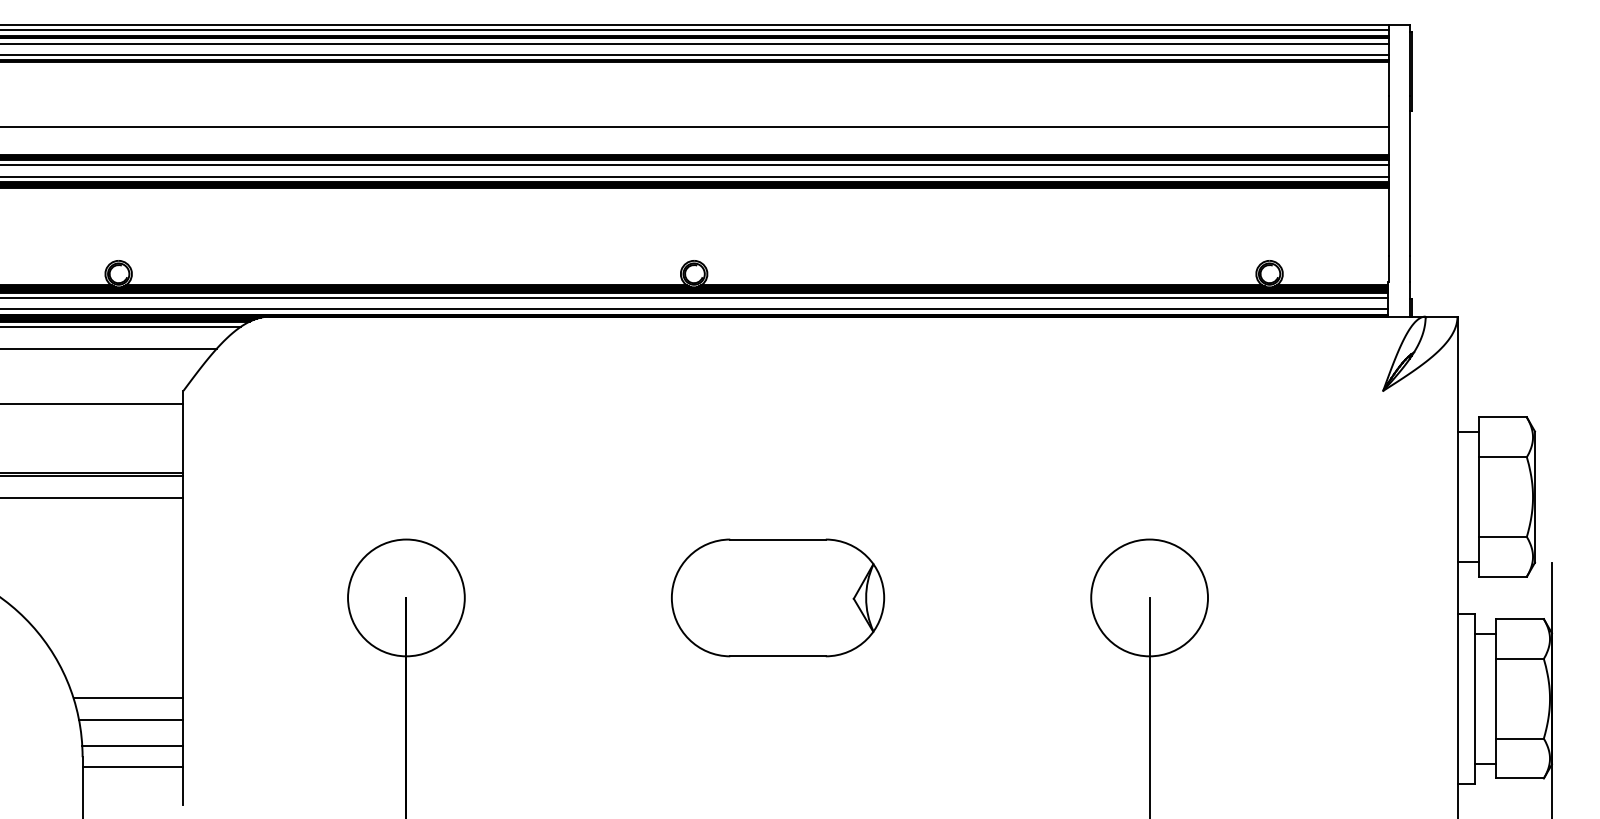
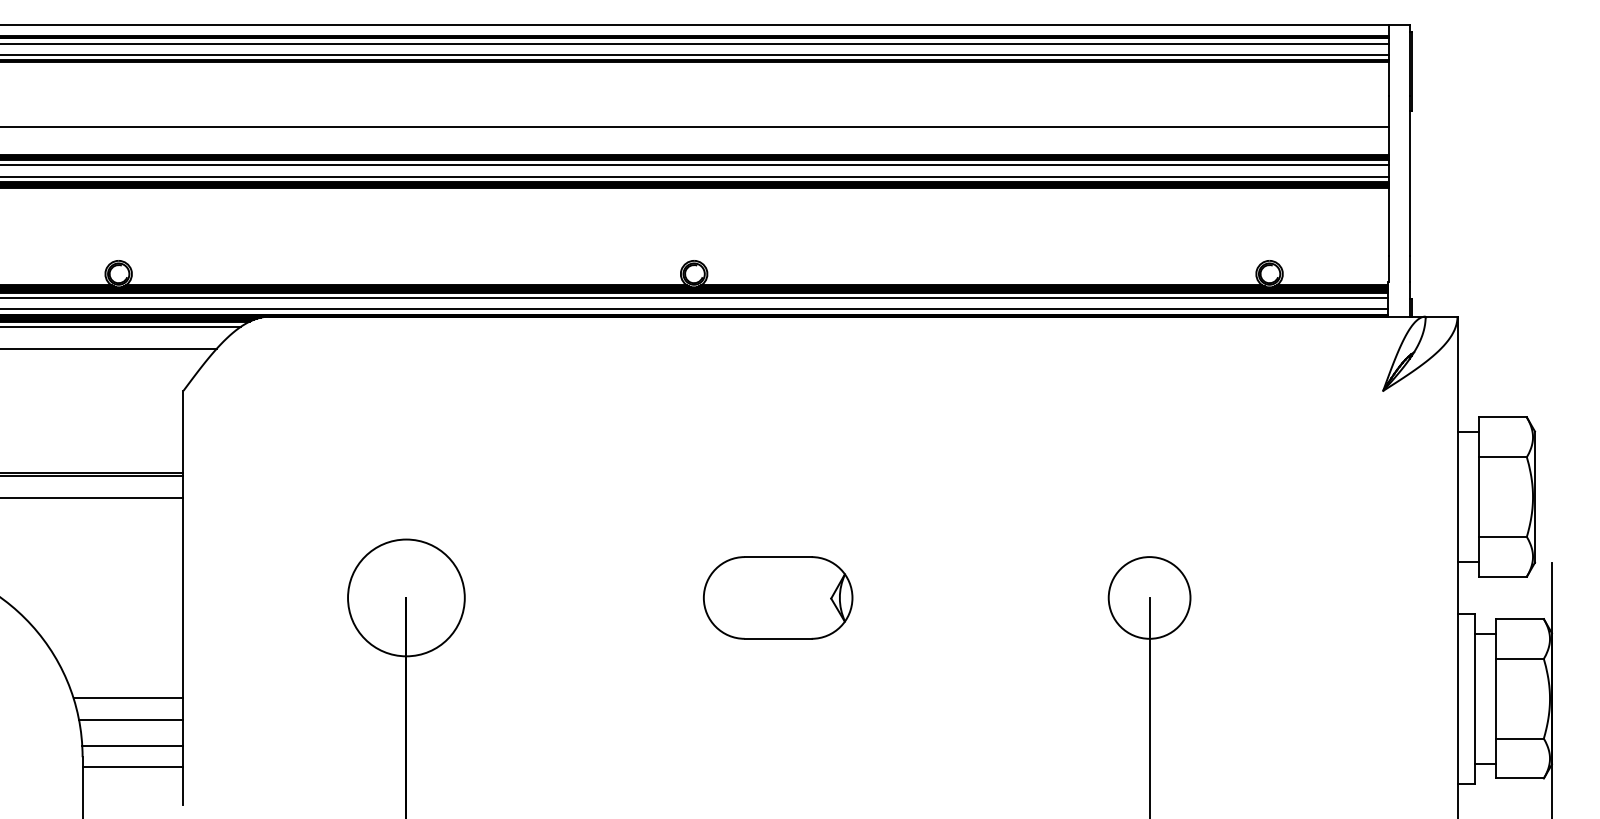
line at (695, 29): present -> none
line at (92, 404): present -> none
part at (778, 597) size: 215x120 px -> 151x84 px
circle at (1149, 597) diameter: 117 px -> 82 px
